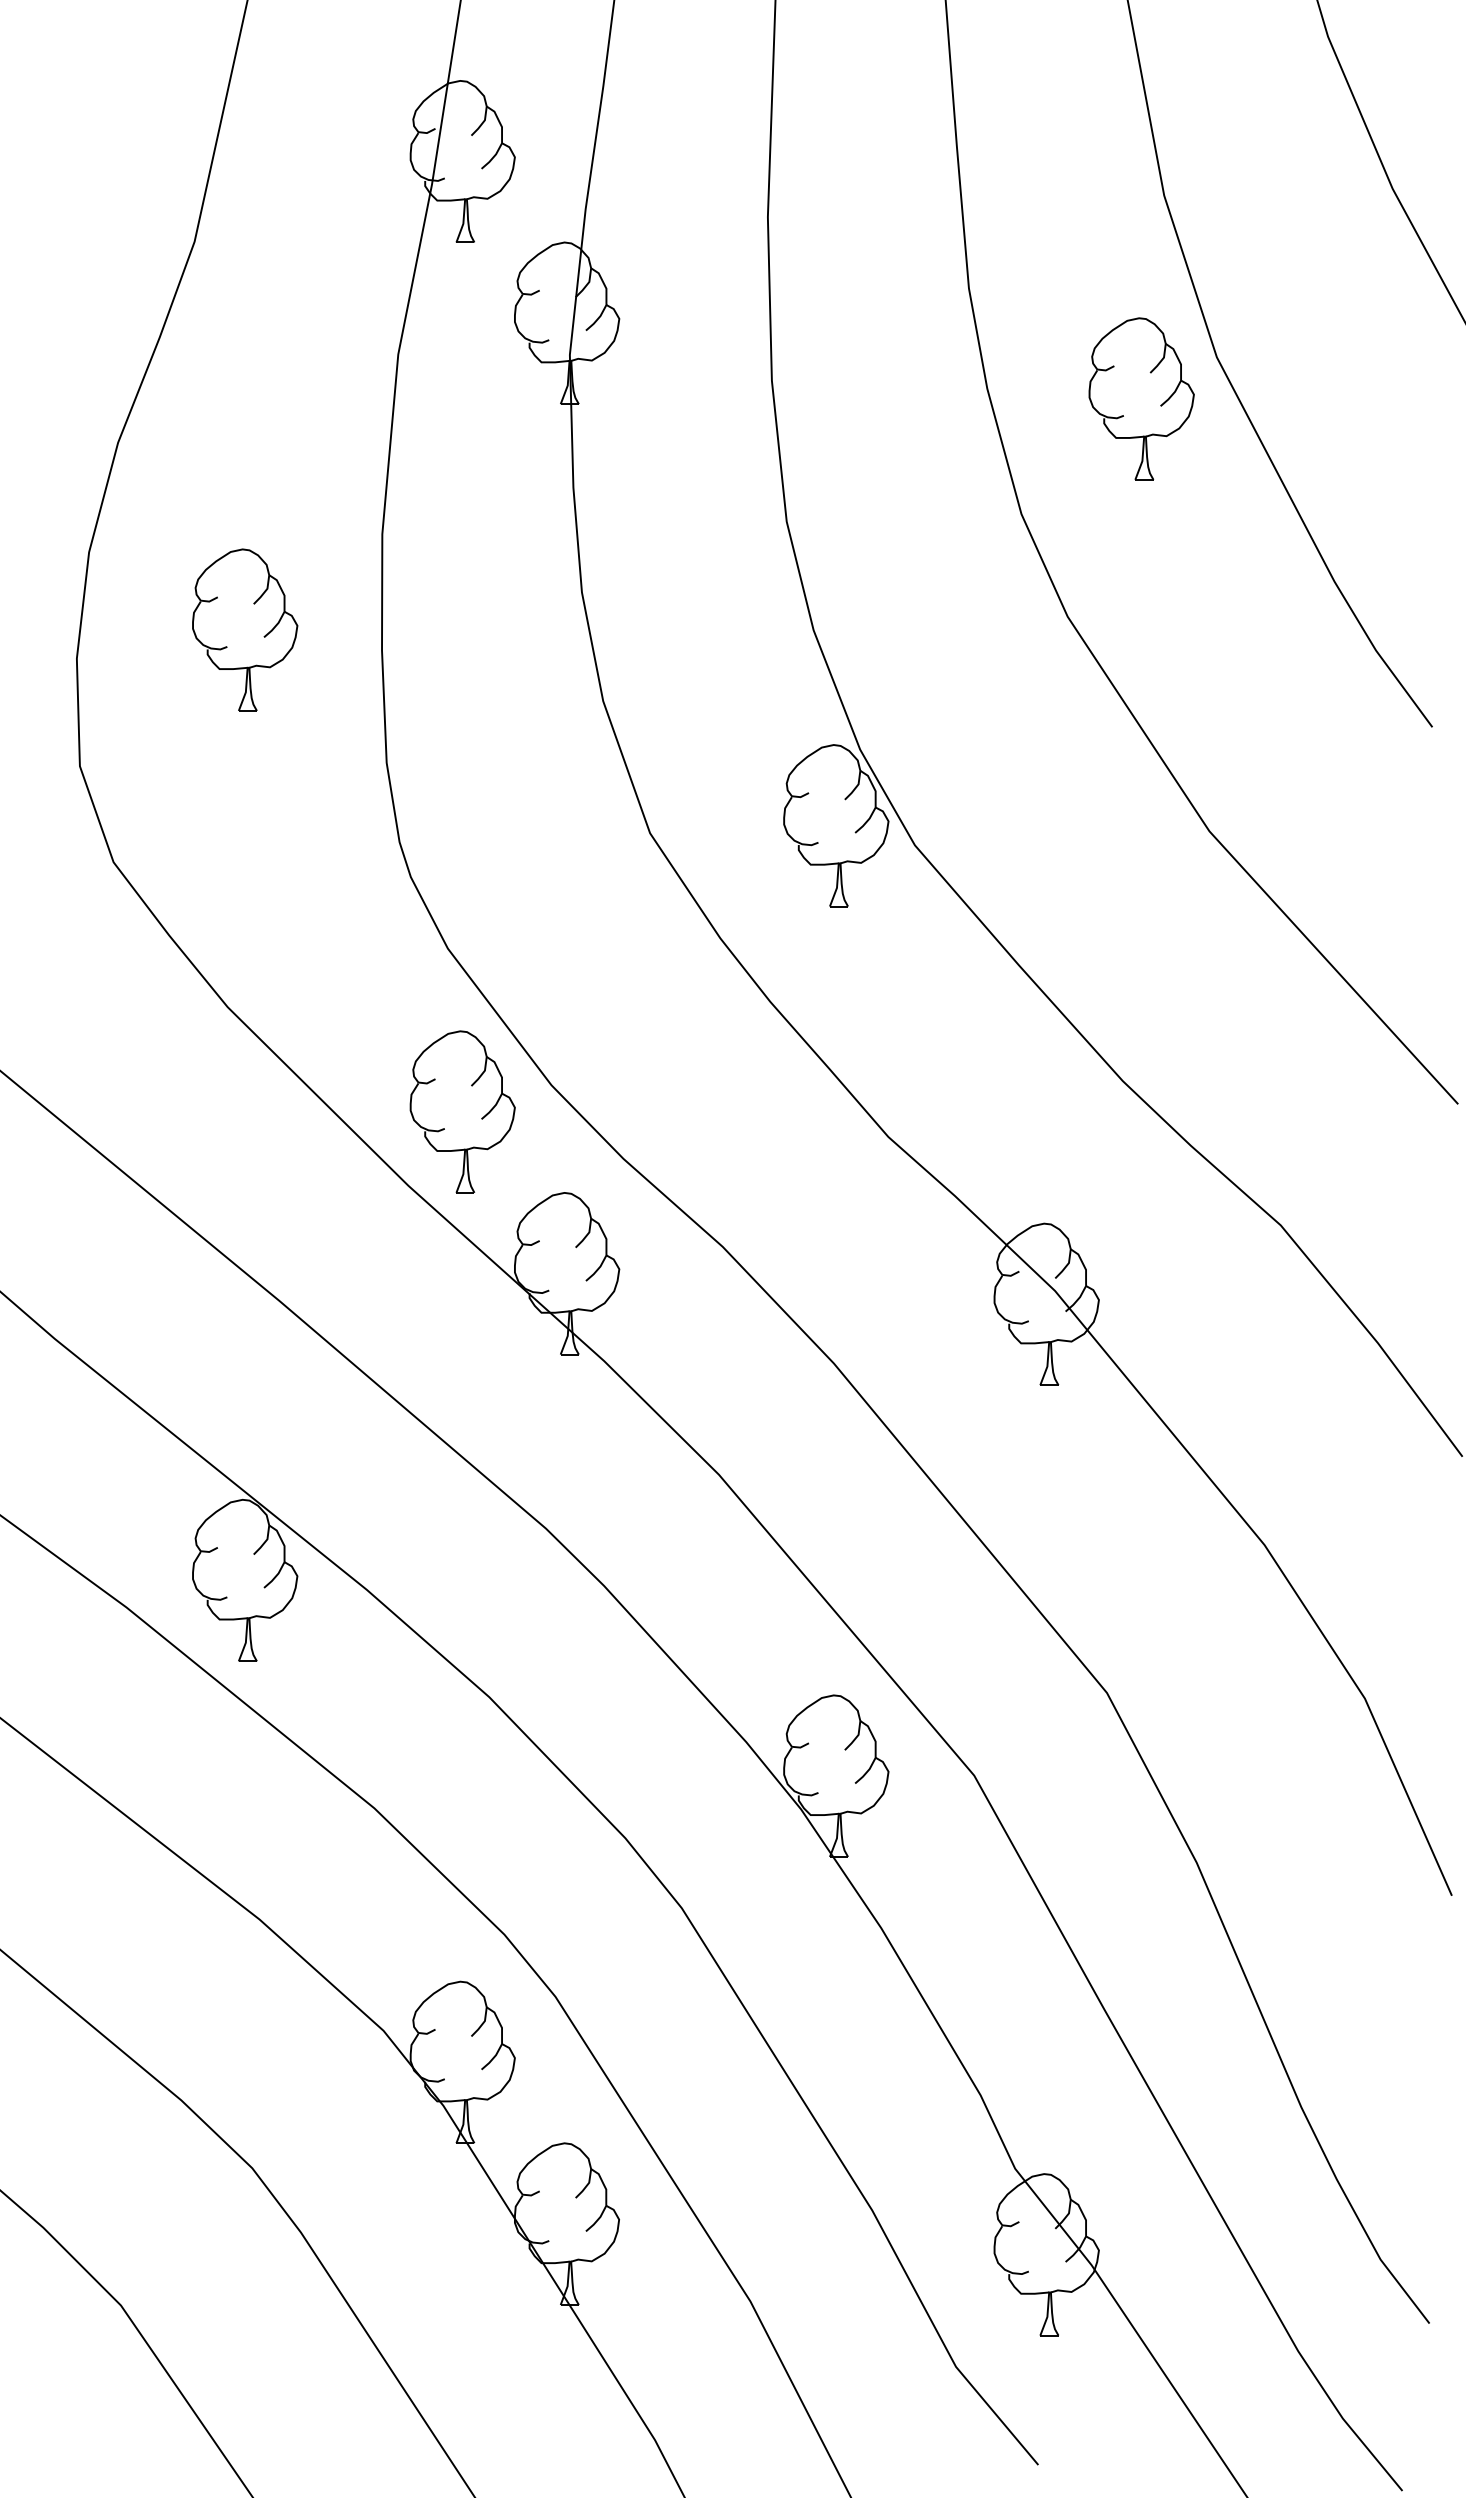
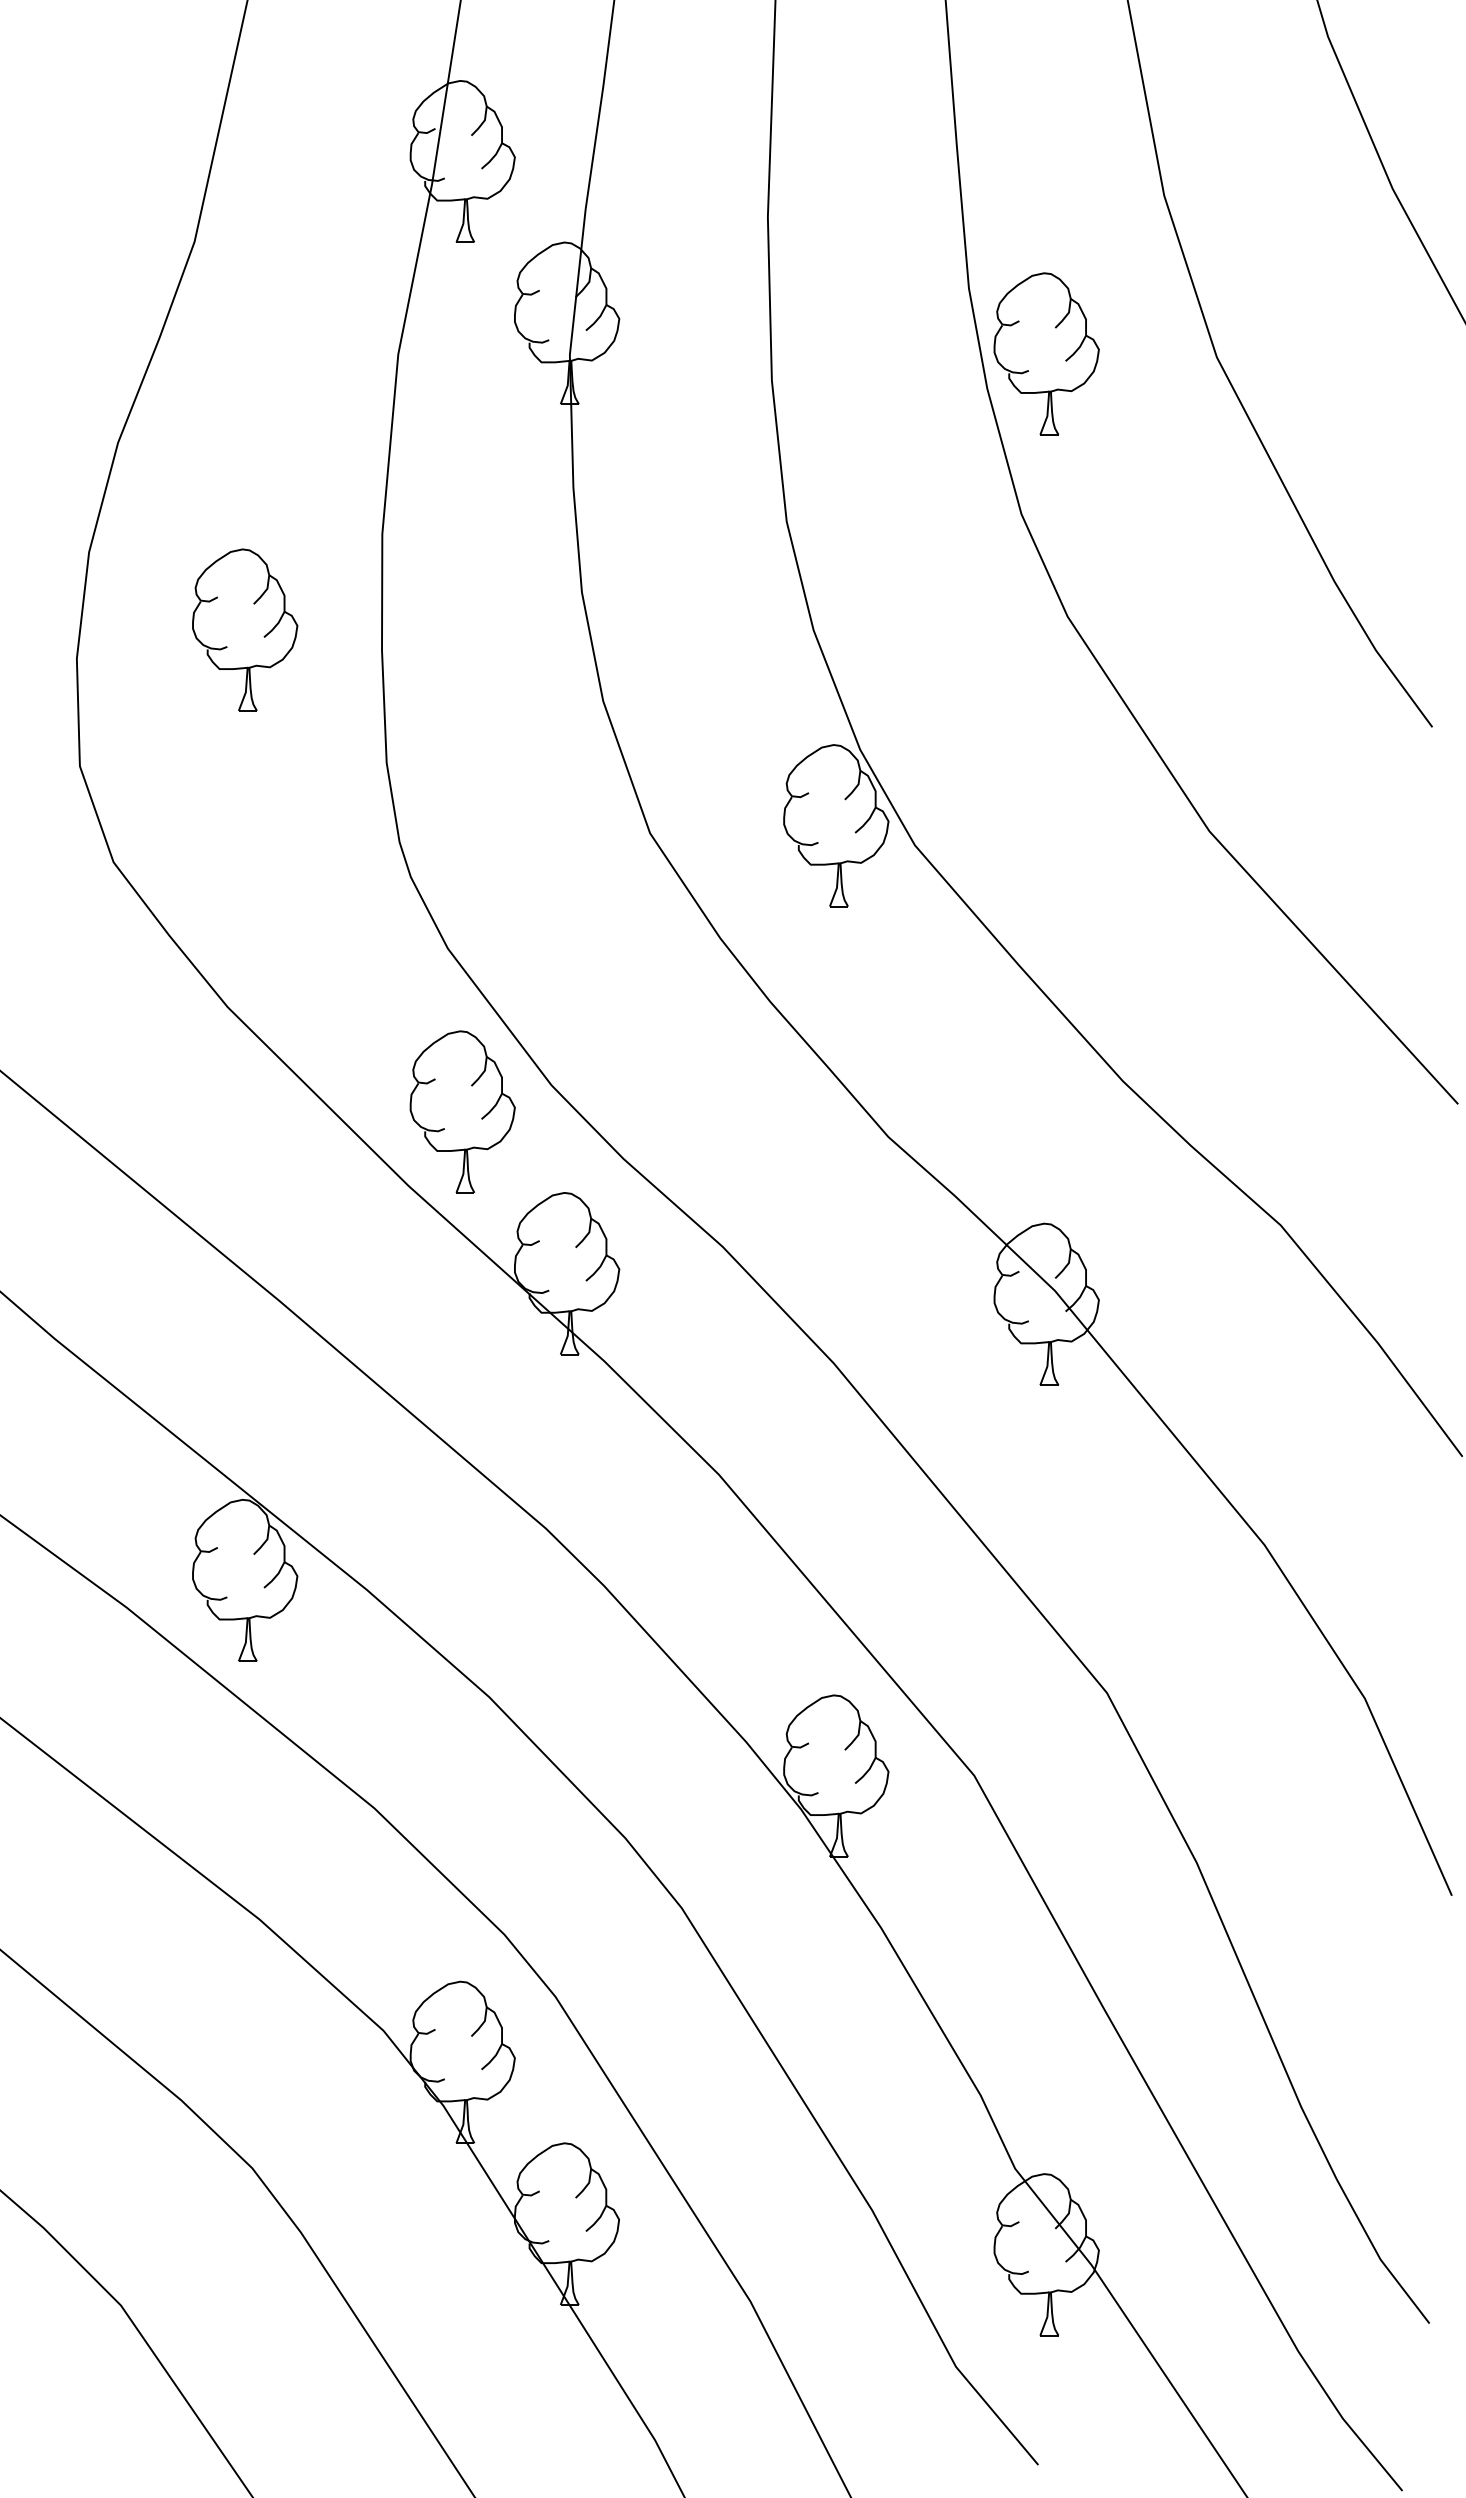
part at (1141, 398) position: (1141, 398) -> (1046, 353)
